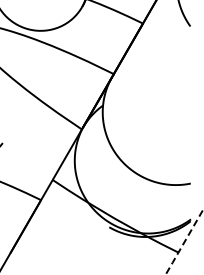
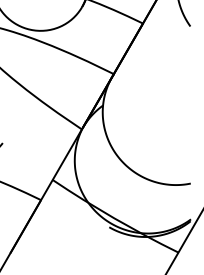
line at (183, 243): dashed -> solid
